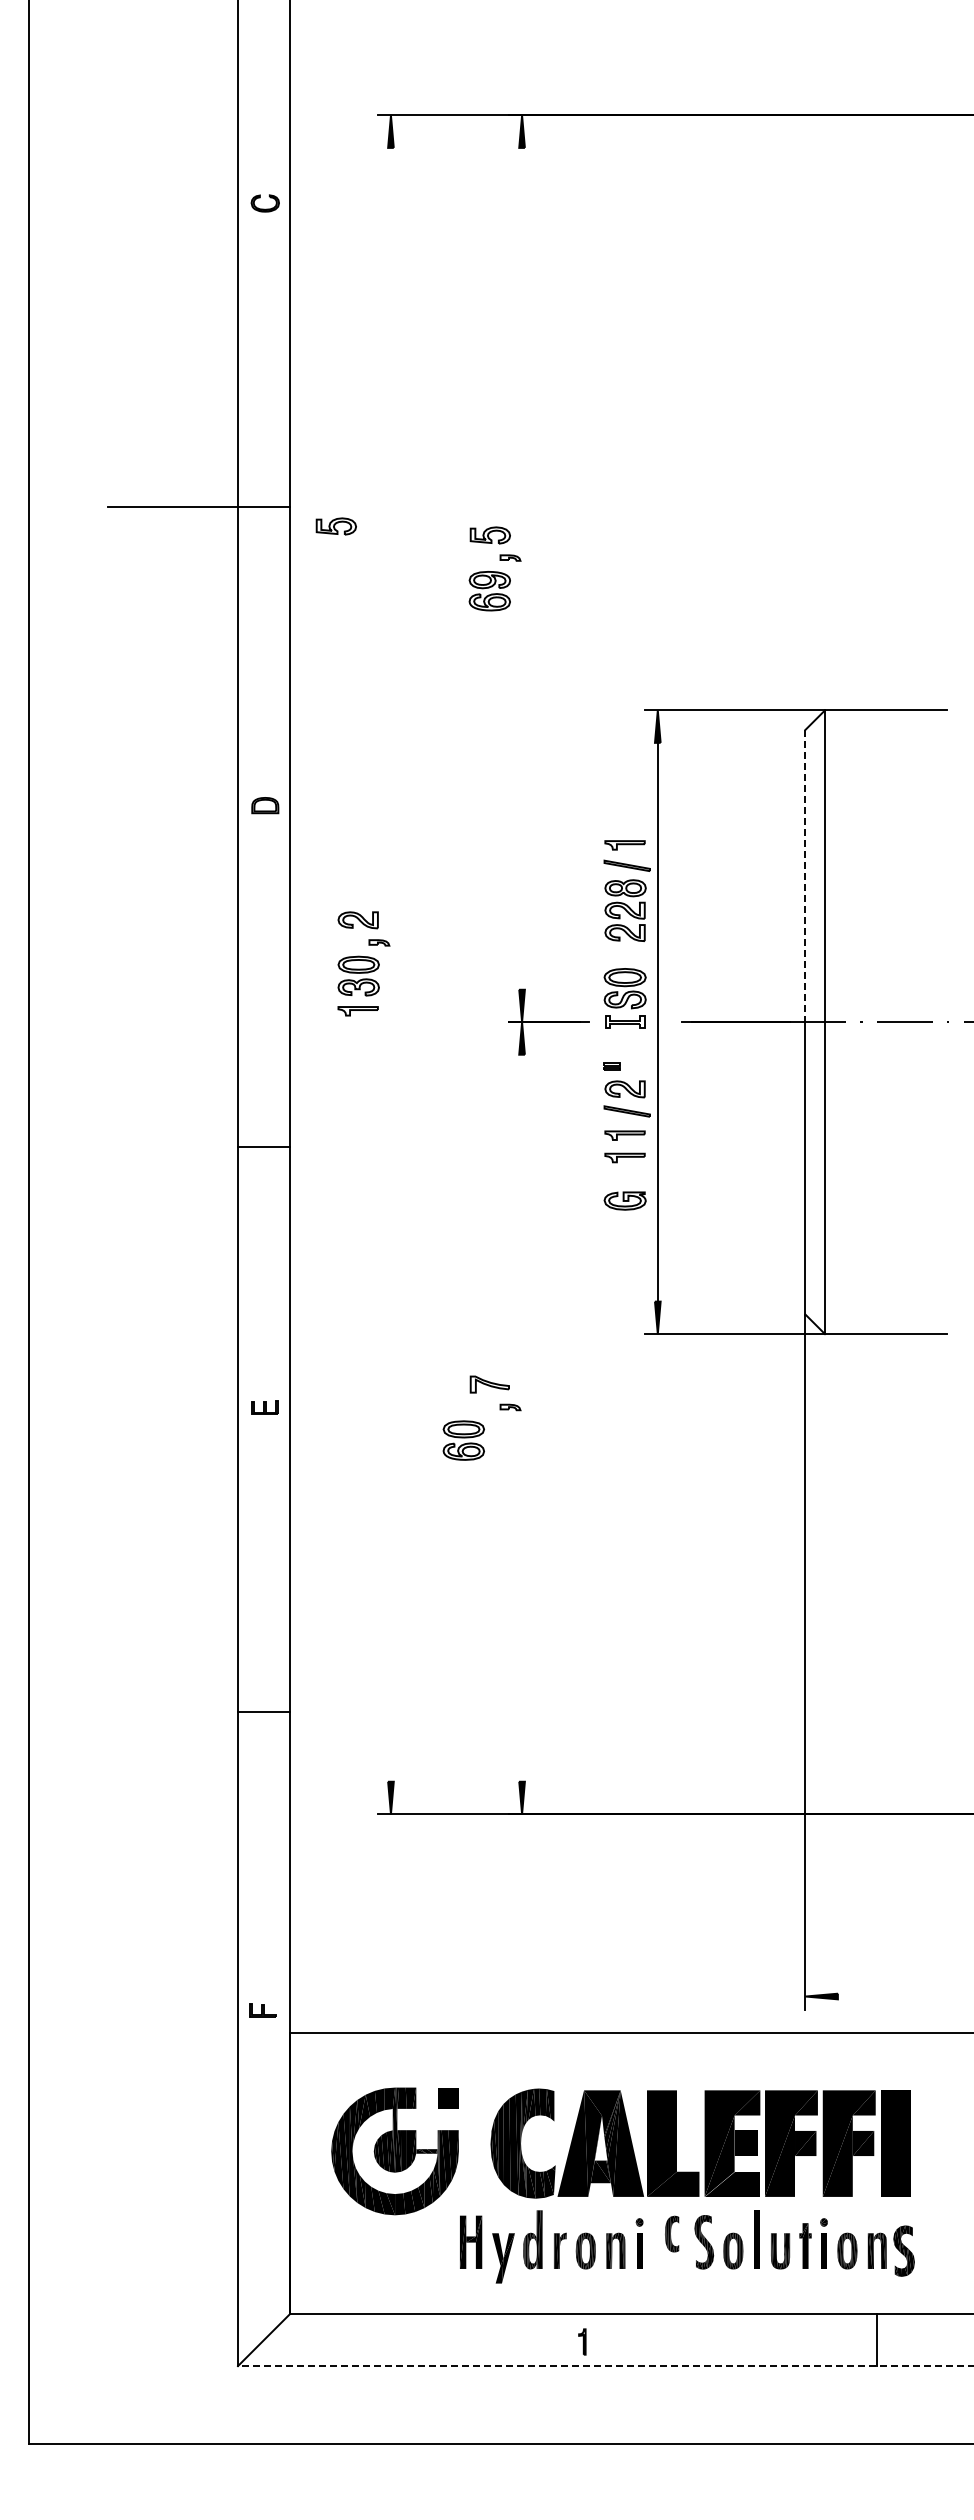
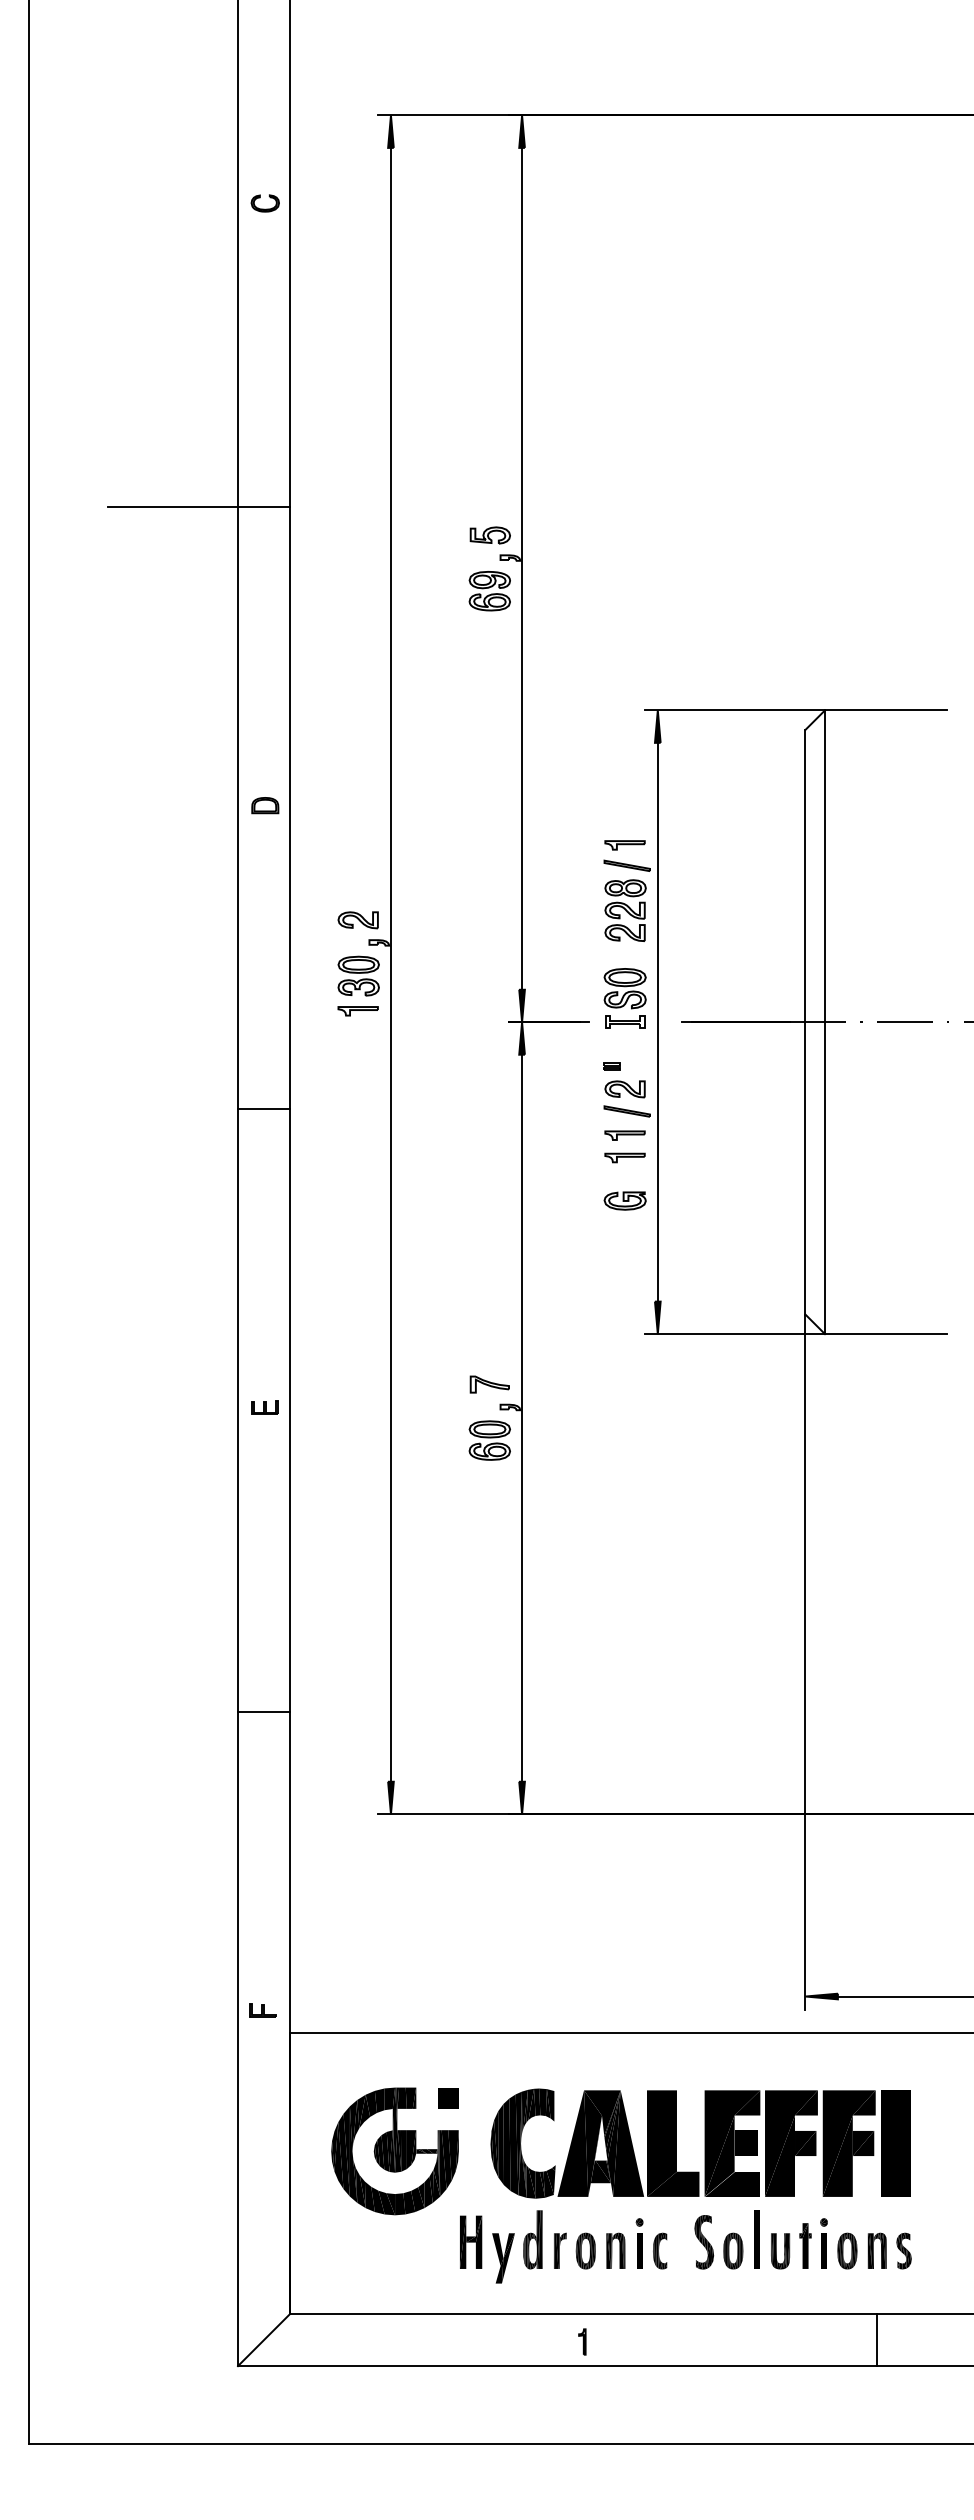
part at (335, 526): present -> none
line at (522, 568): none -> present
line at (805, 876): dashed -> solid
line at (390, 964): none -> present
line at (264, 1147) position: (264, 1147) -> (264, 1109)
line at (522, 1417): none -> present
part at (463, 1440) position: (463, 1440) -> (489, 1440)
line at (903, 1996): none -> present
part at (672, 2233) position: (672, 2233) -> (660, 2250)
part at (903, 2250) size: 22x52 px -> 16x38 px
line at (606, 2366): dashed -> solid
